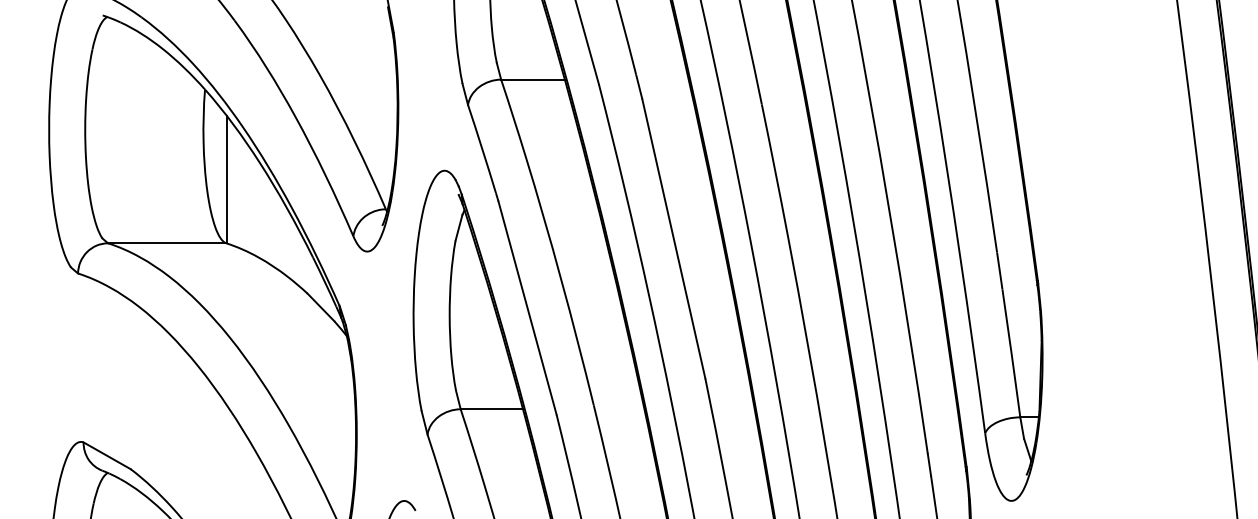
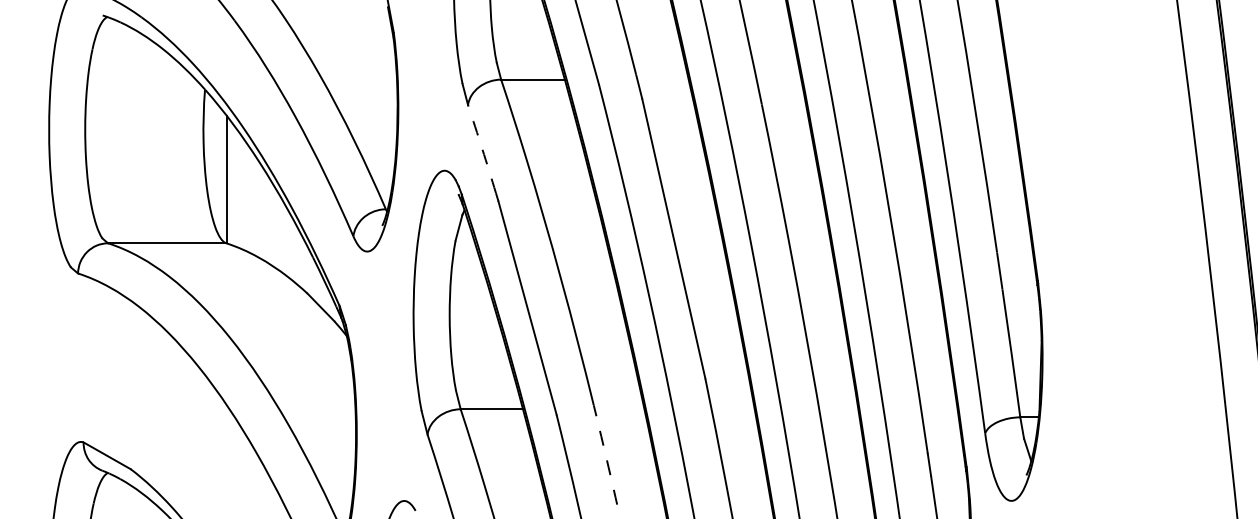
arc at (482, 149): solid -> dashed
arc at (607, 462): solid -> dashed
